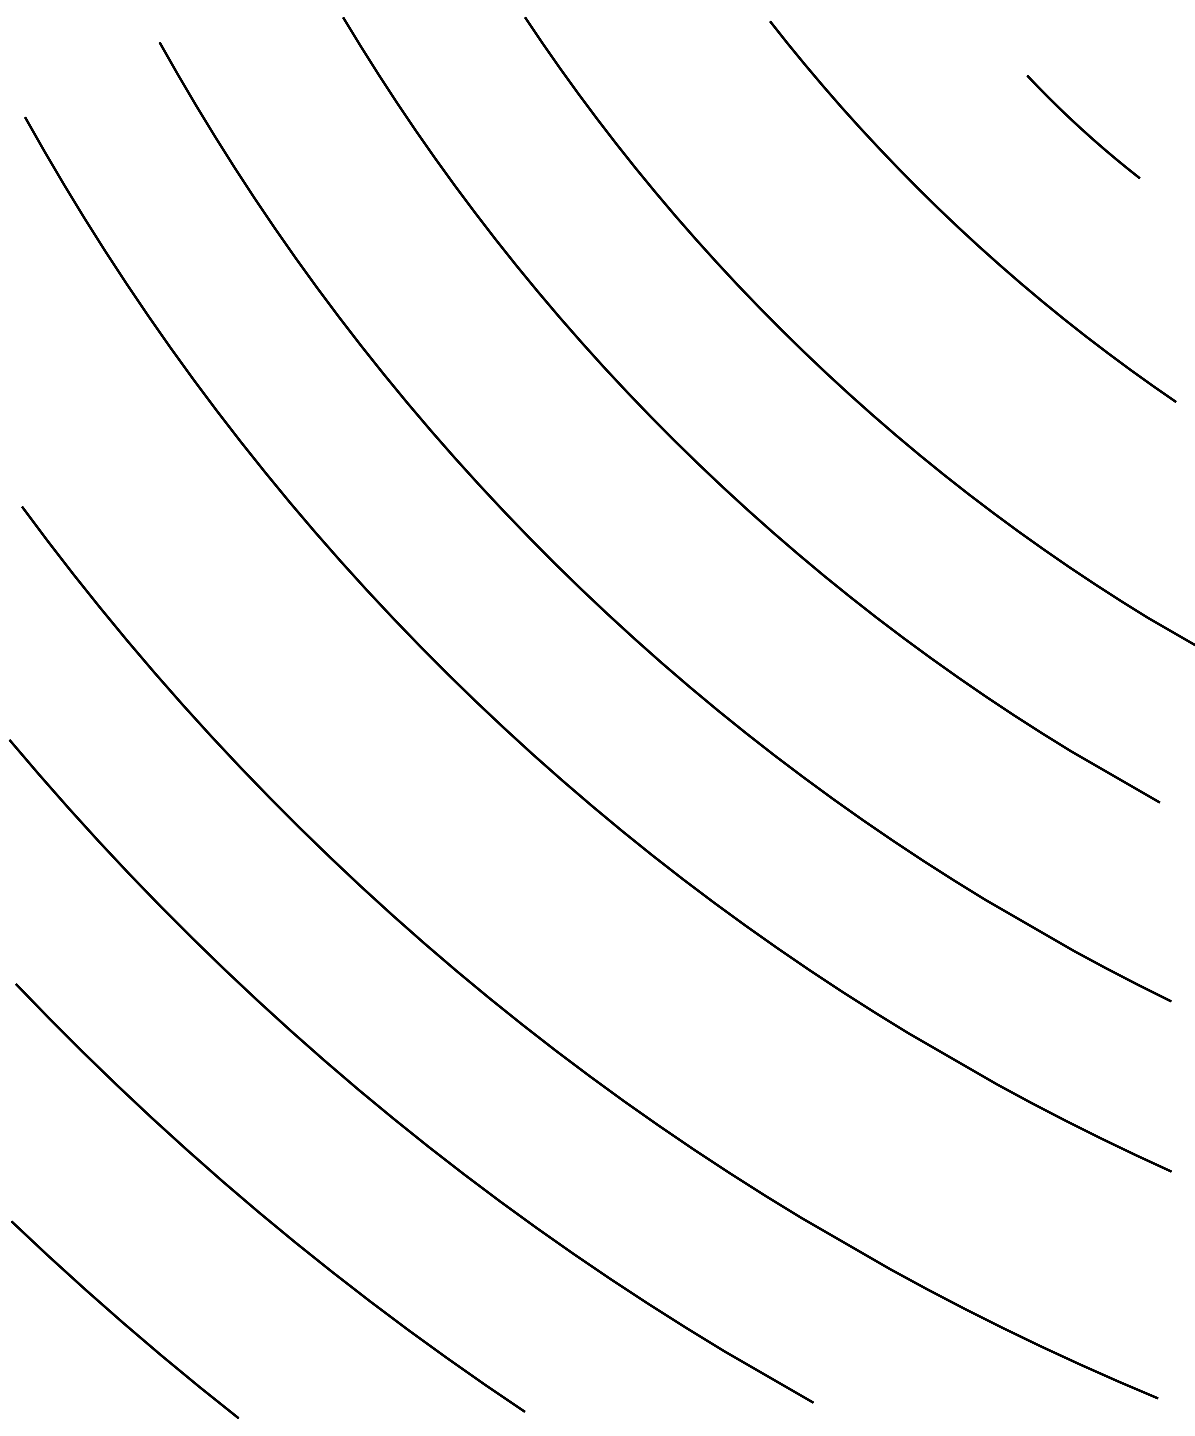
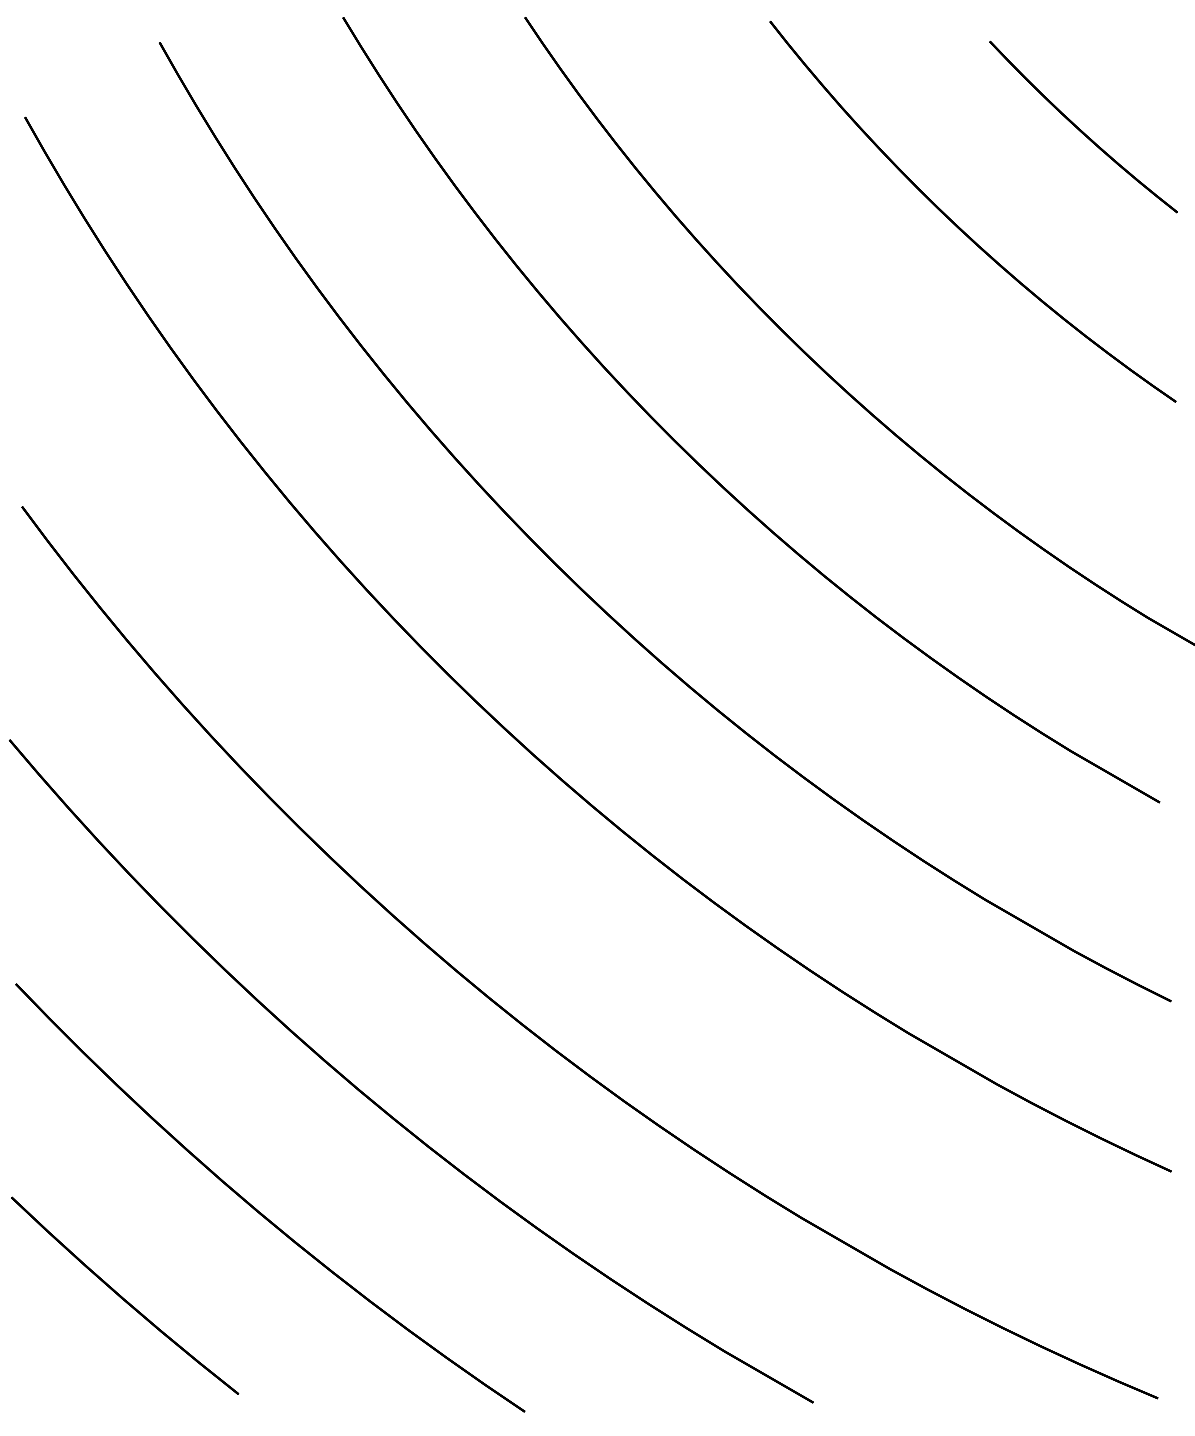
part at (1083, 126) size: 115x104 px -> 189x174 px
part at (125, 1319) position: (125, 1319) -> (125, 1295)
